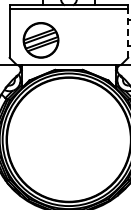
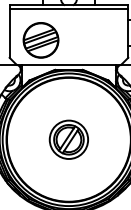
line at (128, 32): dashed -> solid
part at (68, 139): none -> present
